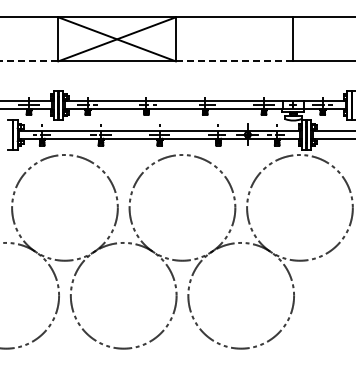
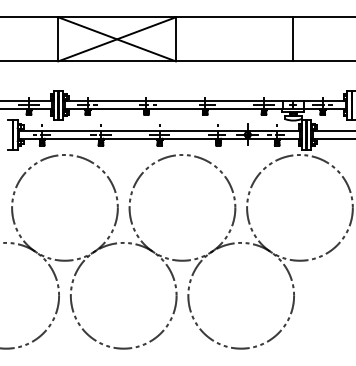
line at (29, 61): dashed -> solid
line at (234, 61): dashed -> solid
